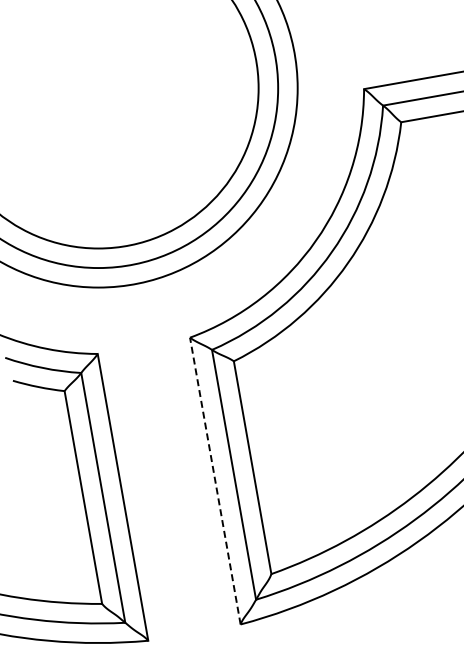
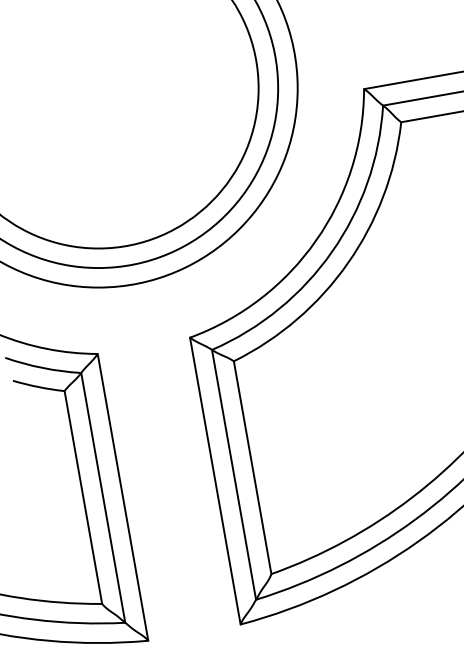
line at (215, 481): dashed -> solid
